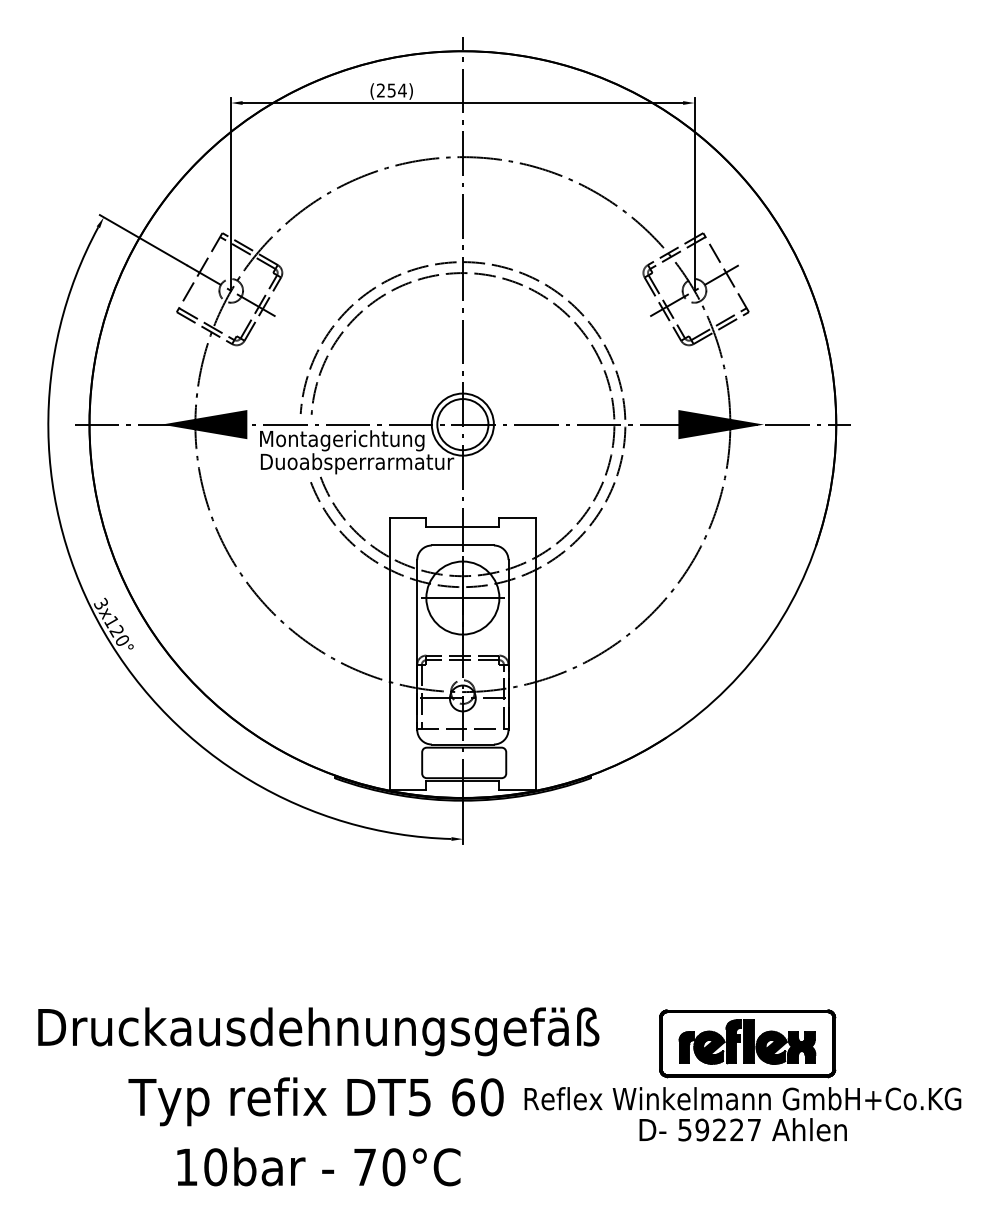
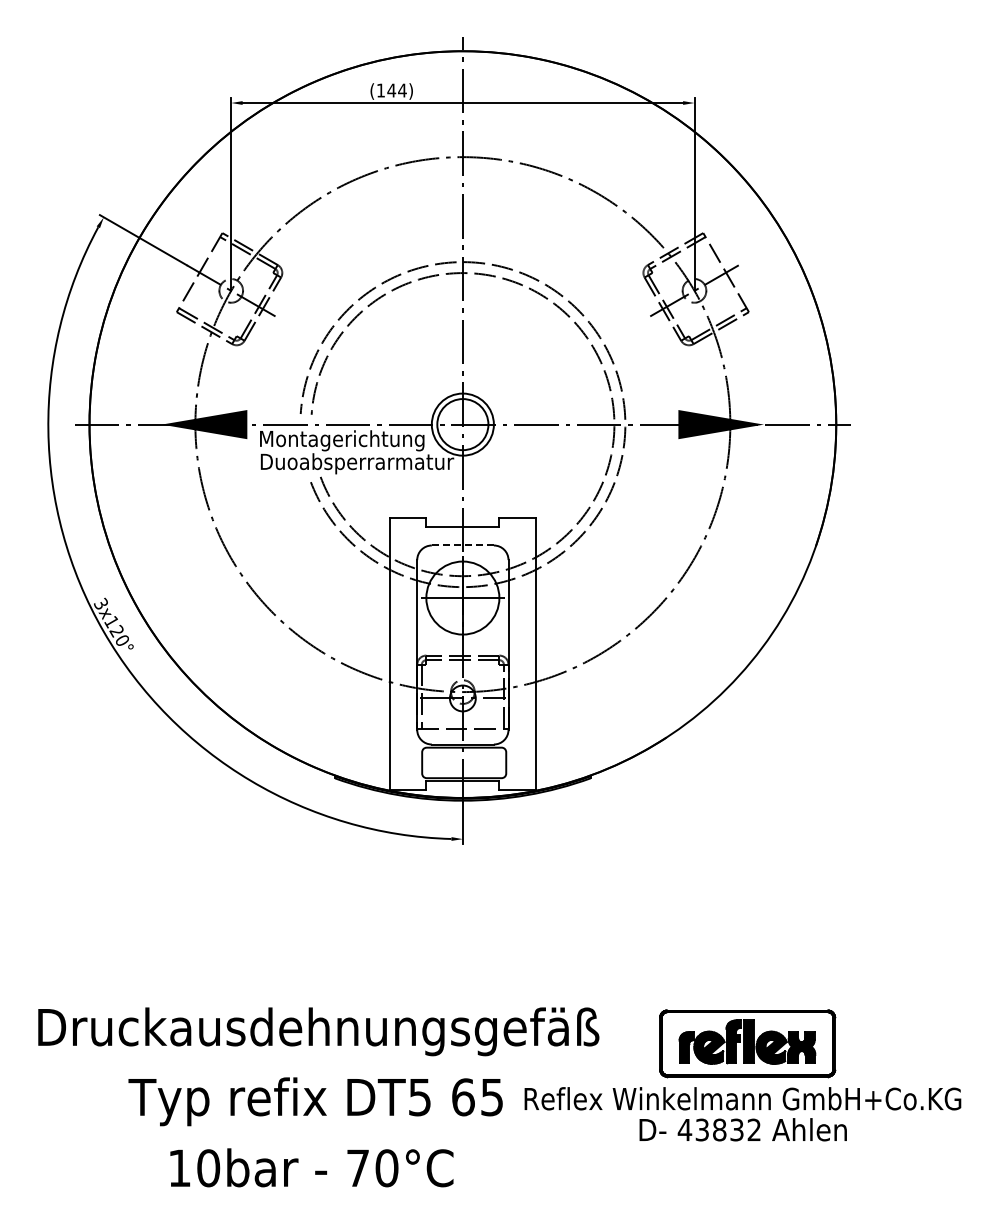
text at (386, 90): (254) -> (144)
line at (463, 545): solid -> dashed
text at (492, 1097): 60 -> 65
text at (718, 1129): 59227 -> 43832
text at (318, 1166) position: (318, 1166) -> (311, 1167)
